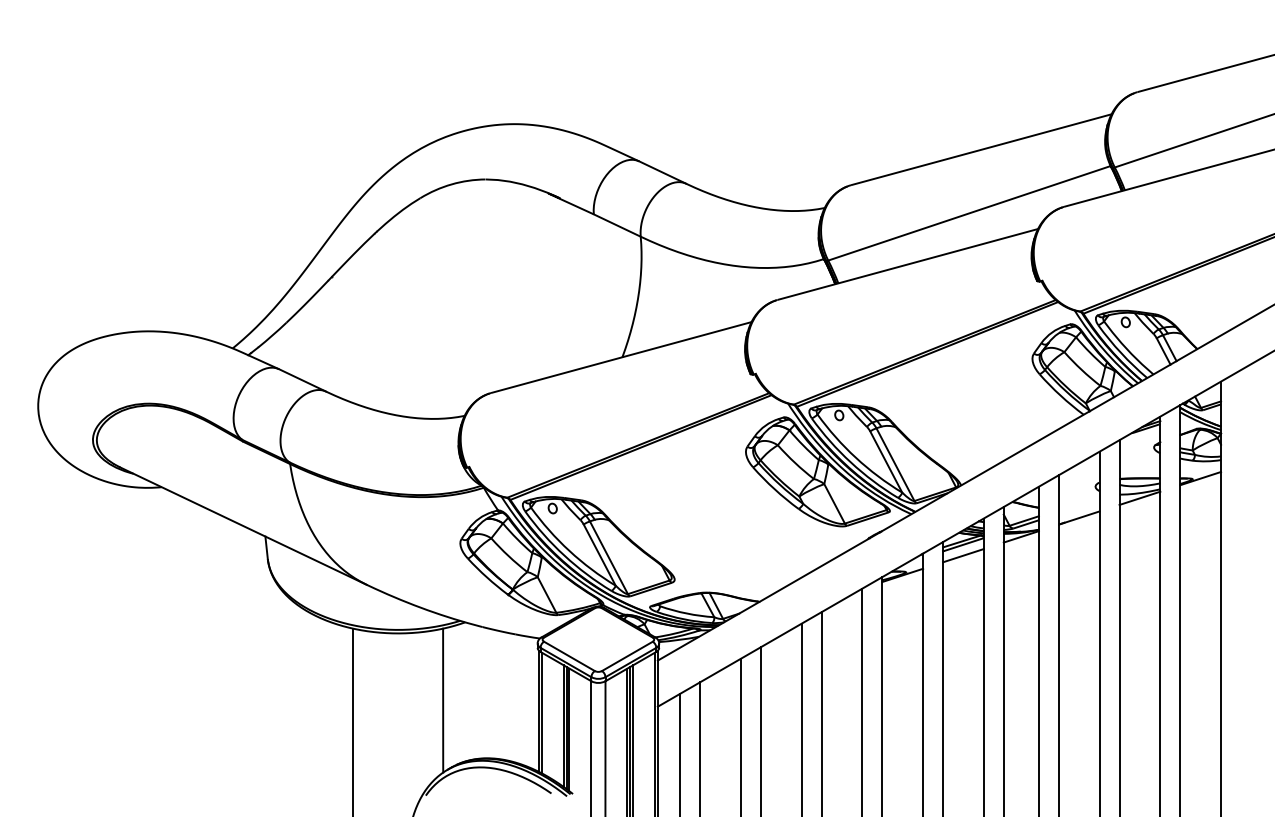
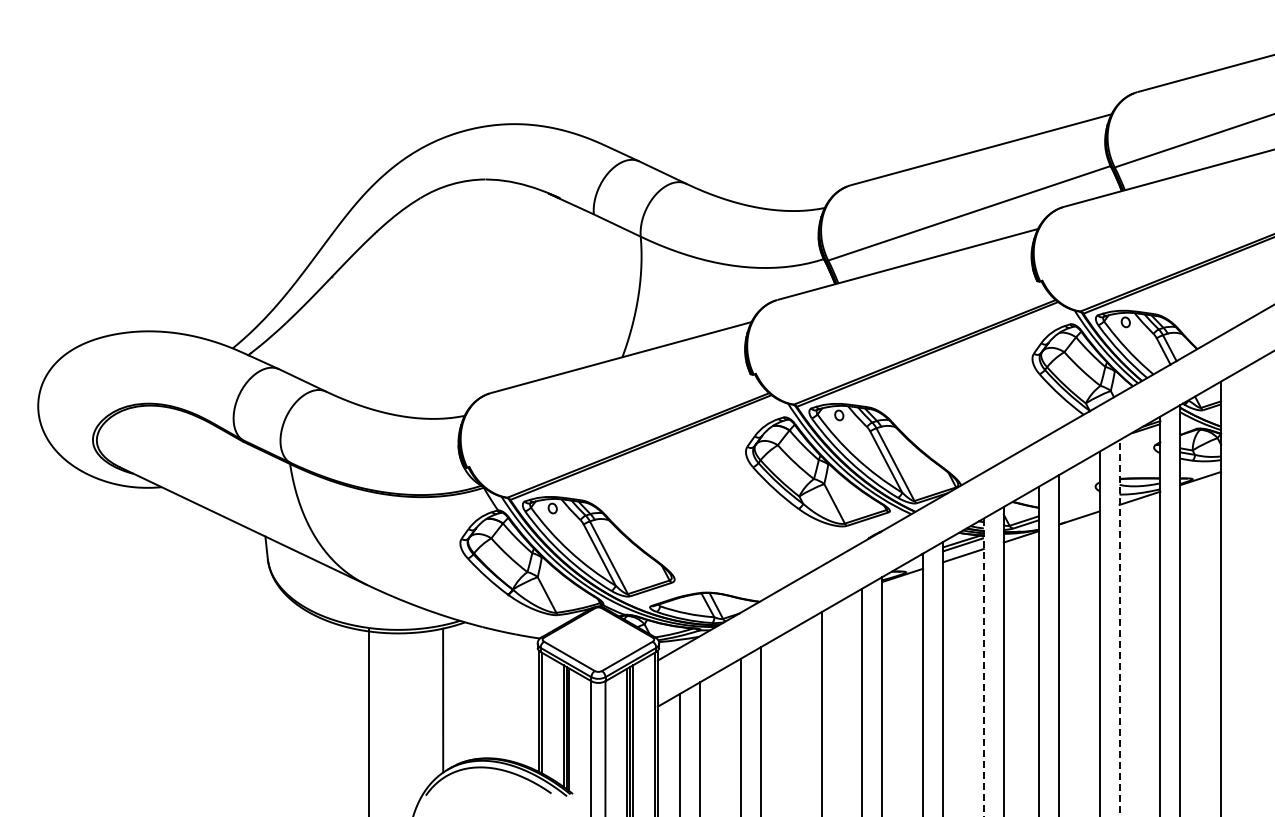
line at (1119, 627): solid -> dashed
line at (983, 667): solid -> dashed
line at (801, 718): present -> none
line at (353, 720) position: (353, 720) -> (369, 720)
